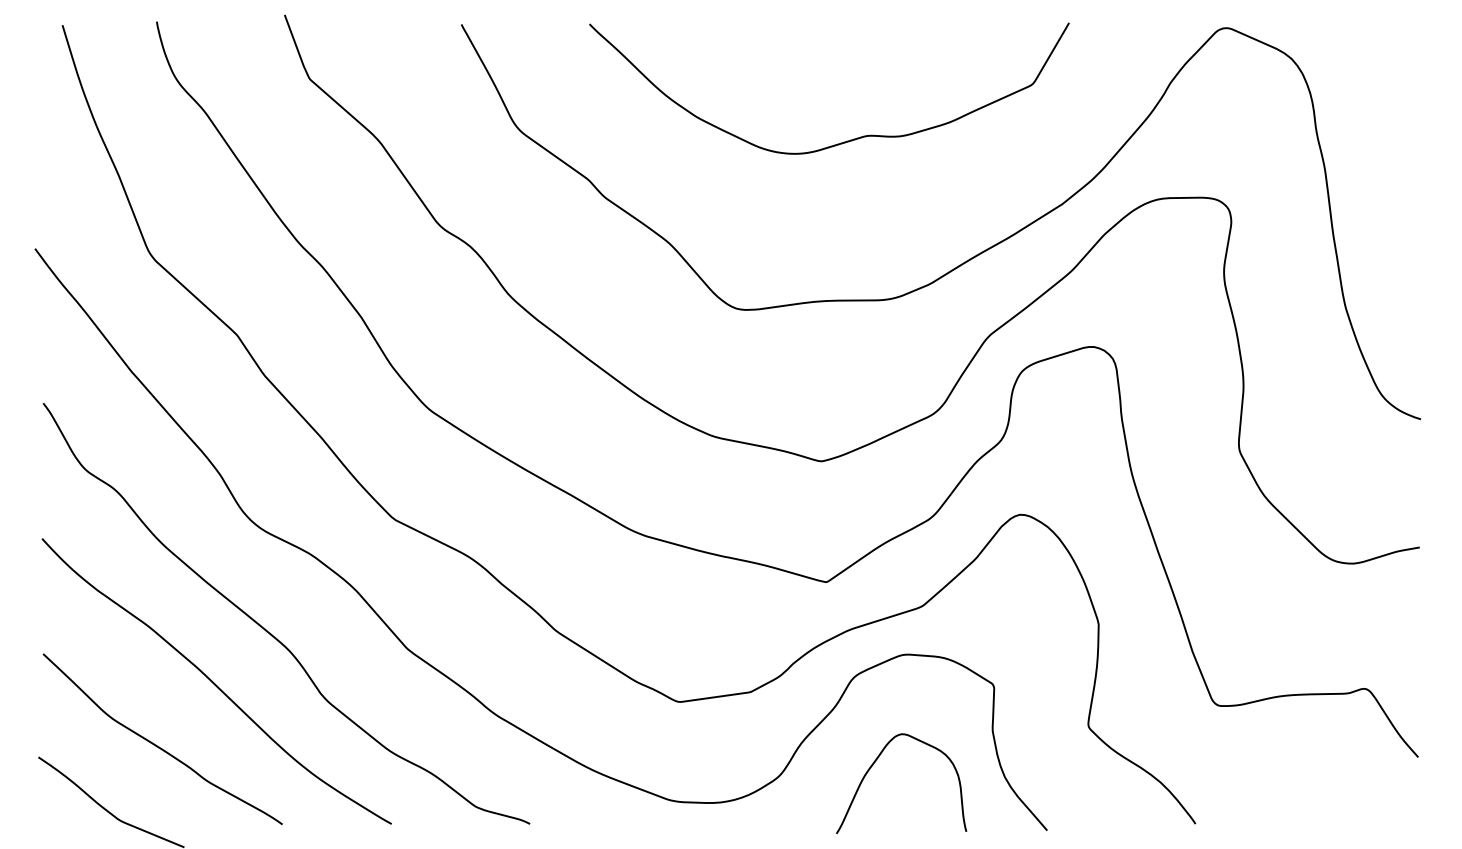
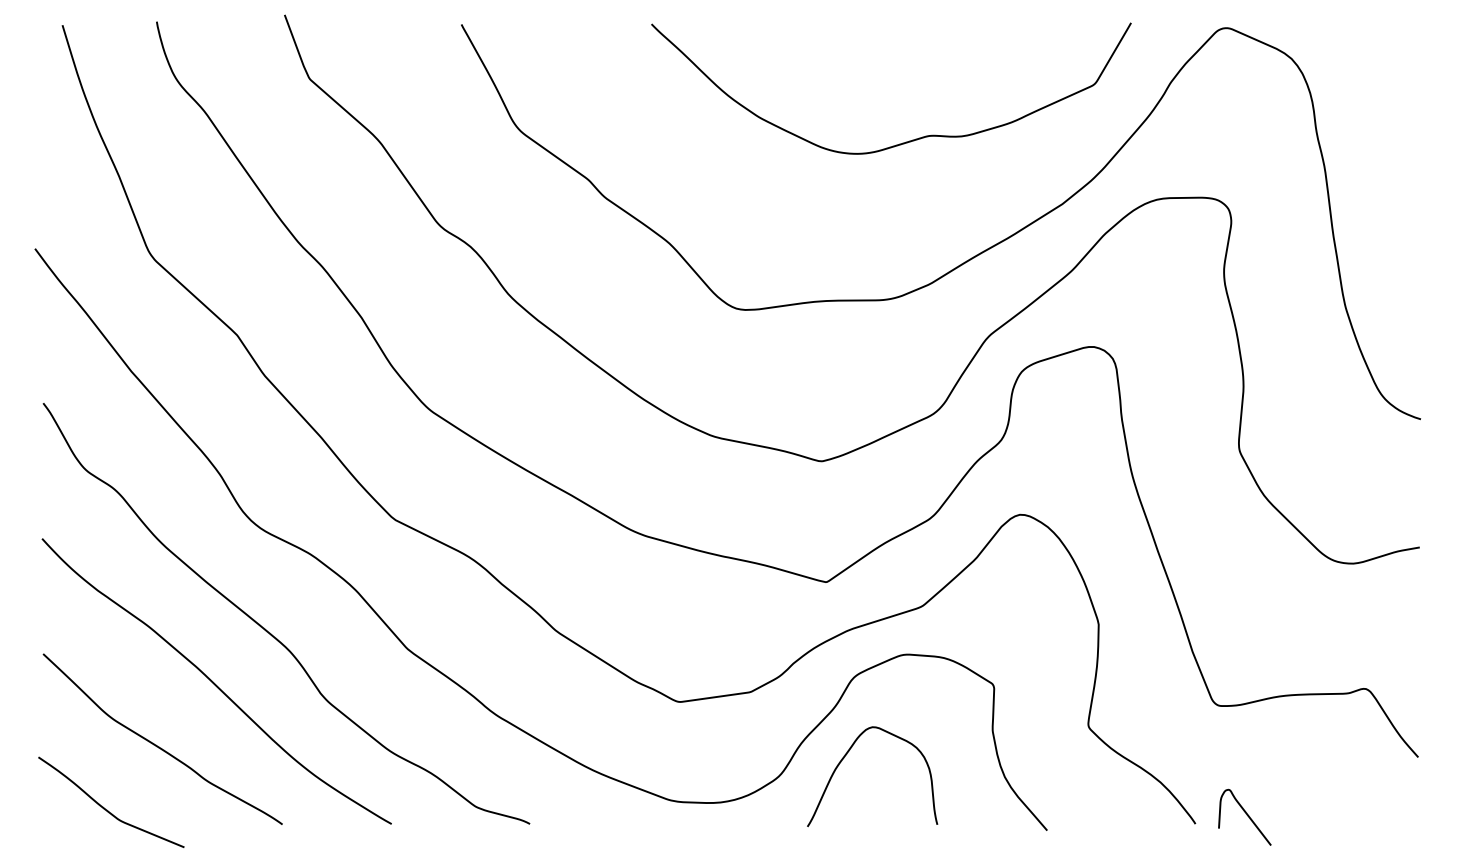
curve at (847, 140) position: (847, 140) -> (909, 140)
curve at (873, 765) position: (873, 765) -> (844, 758)
curve at (1246, 815): none -> present
